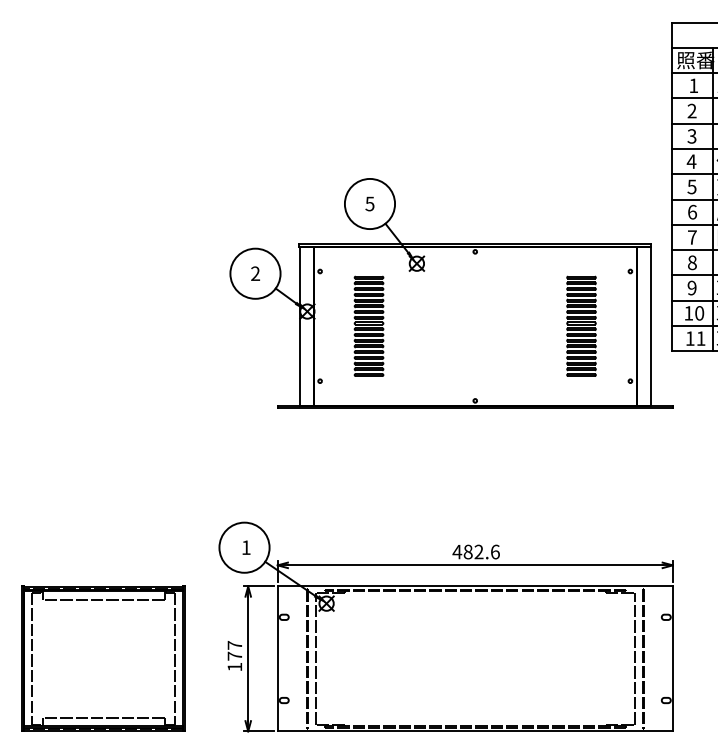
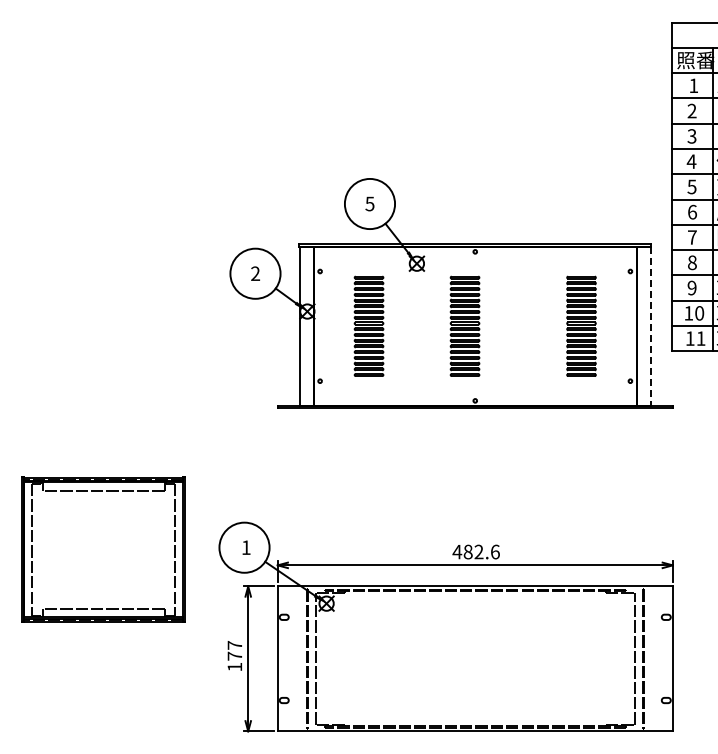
part at (464, 325): none -> present
line at (650, 326): solid -> dashed
part at (103, 658) position: (103, 658) -> (103, 549)
